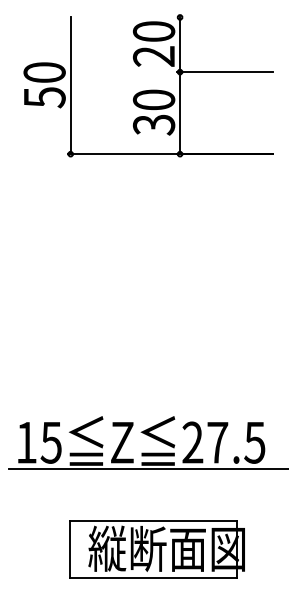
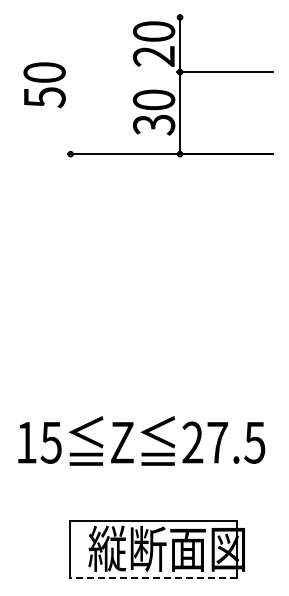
line at (70, 85): present -> none
line at (146, 468): present -> none
line at (153, 578): solid -> dashed
